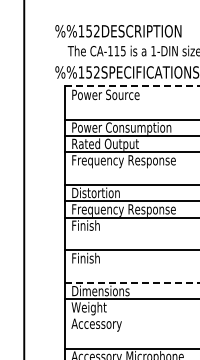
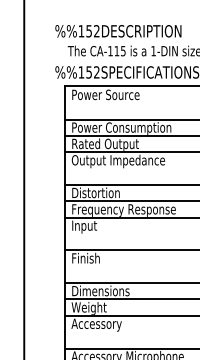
line at (132, 86): dashed -> solid
text at (123, 161): Frequency Response -> Output Impedance
text at (86, 226): Finish -> Input
line at (132, 283): dashed -> solid
line at (130, 315): none -> present
